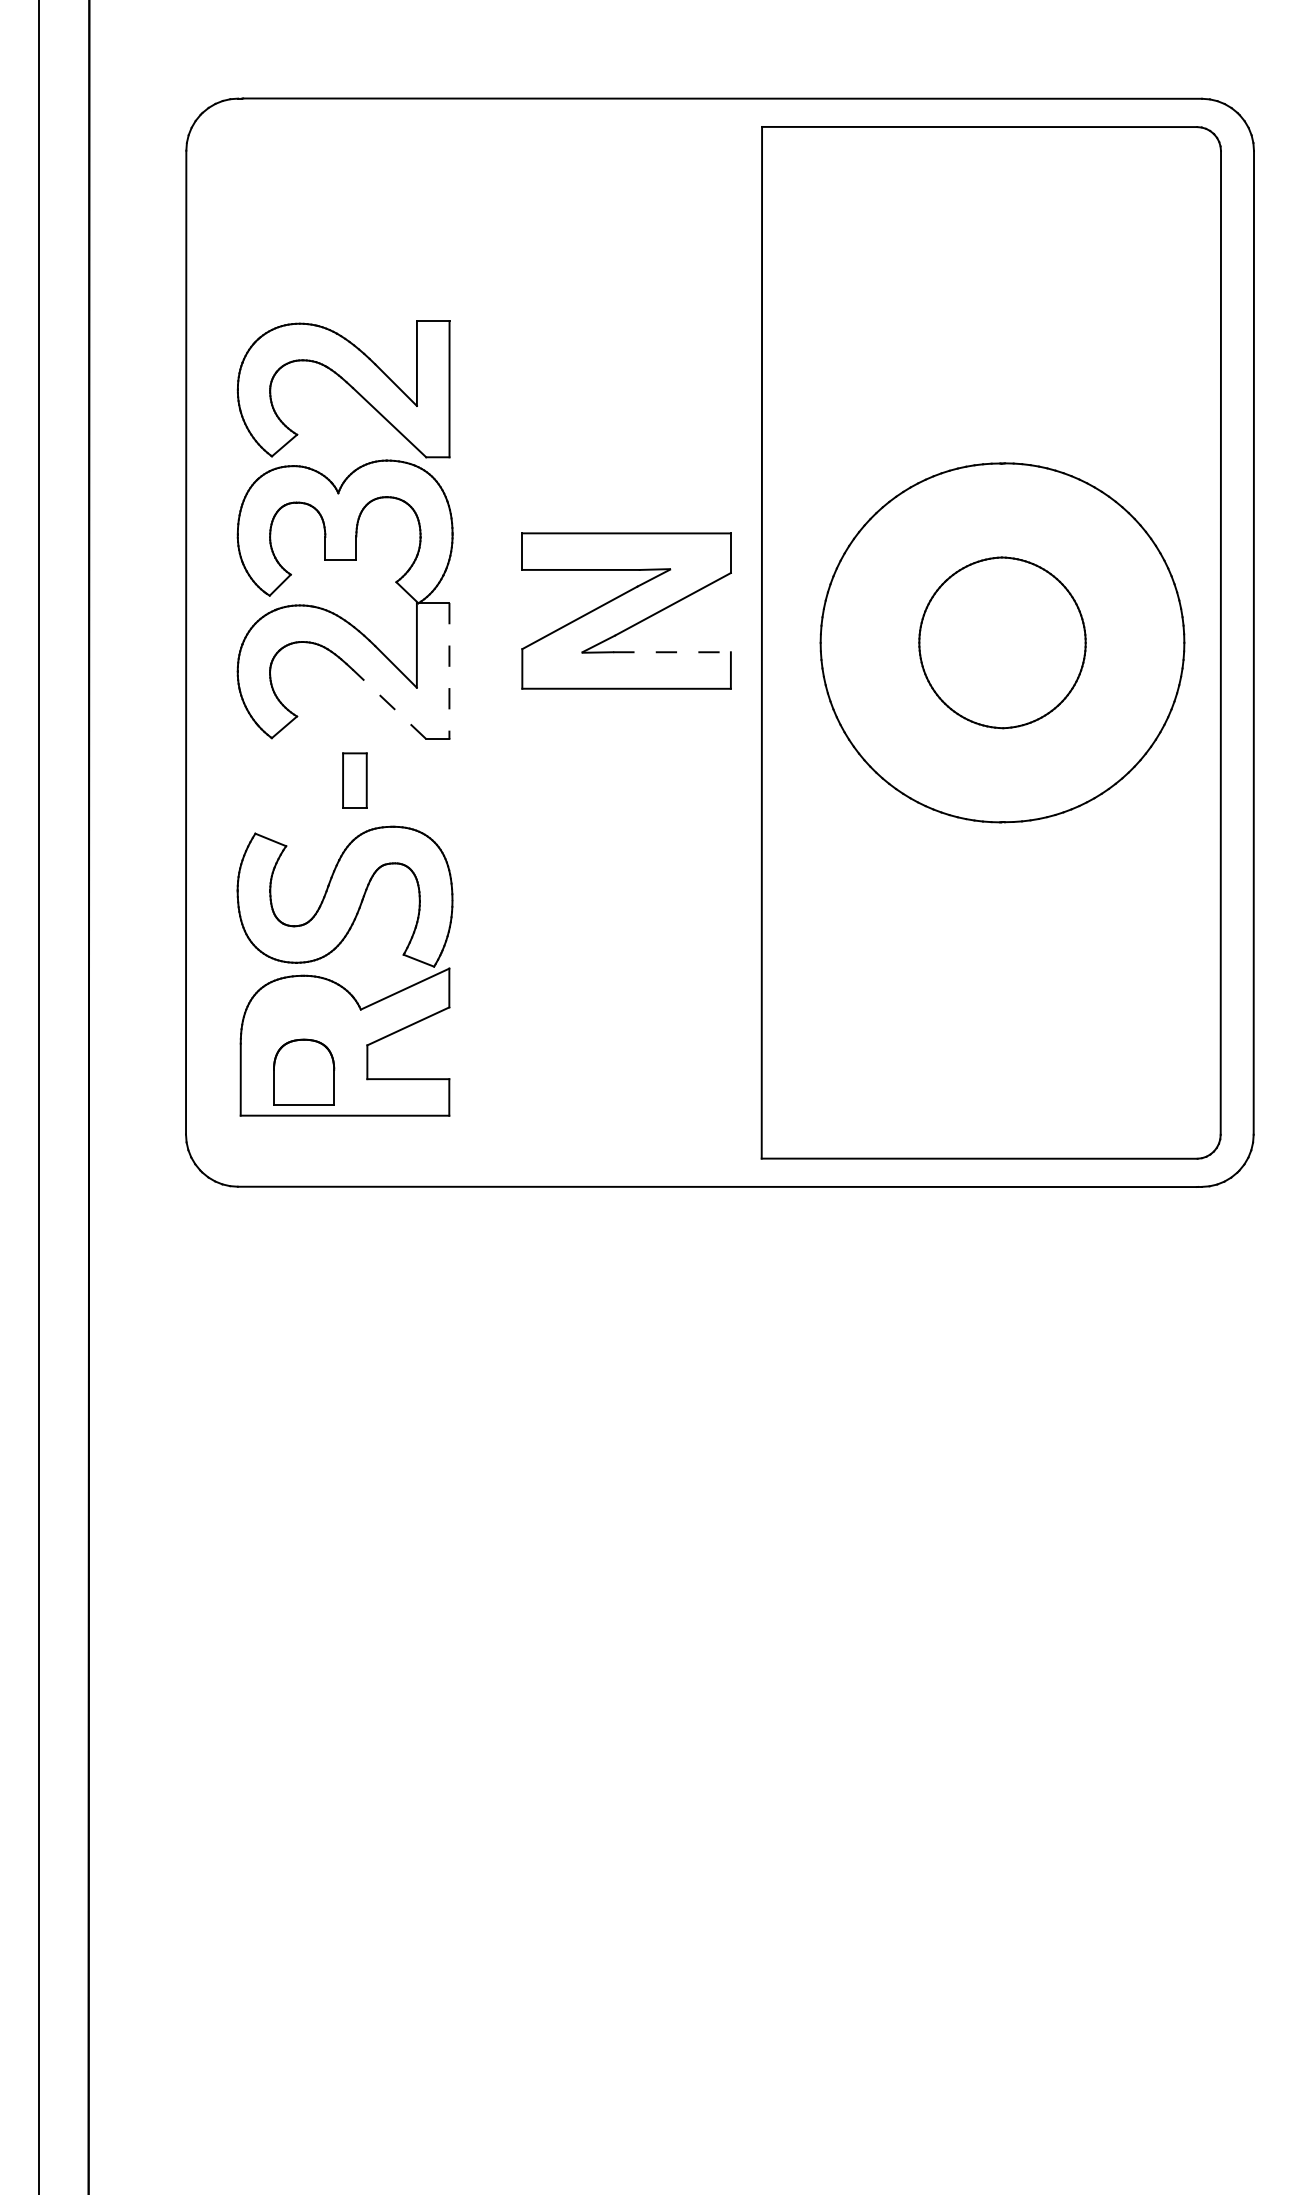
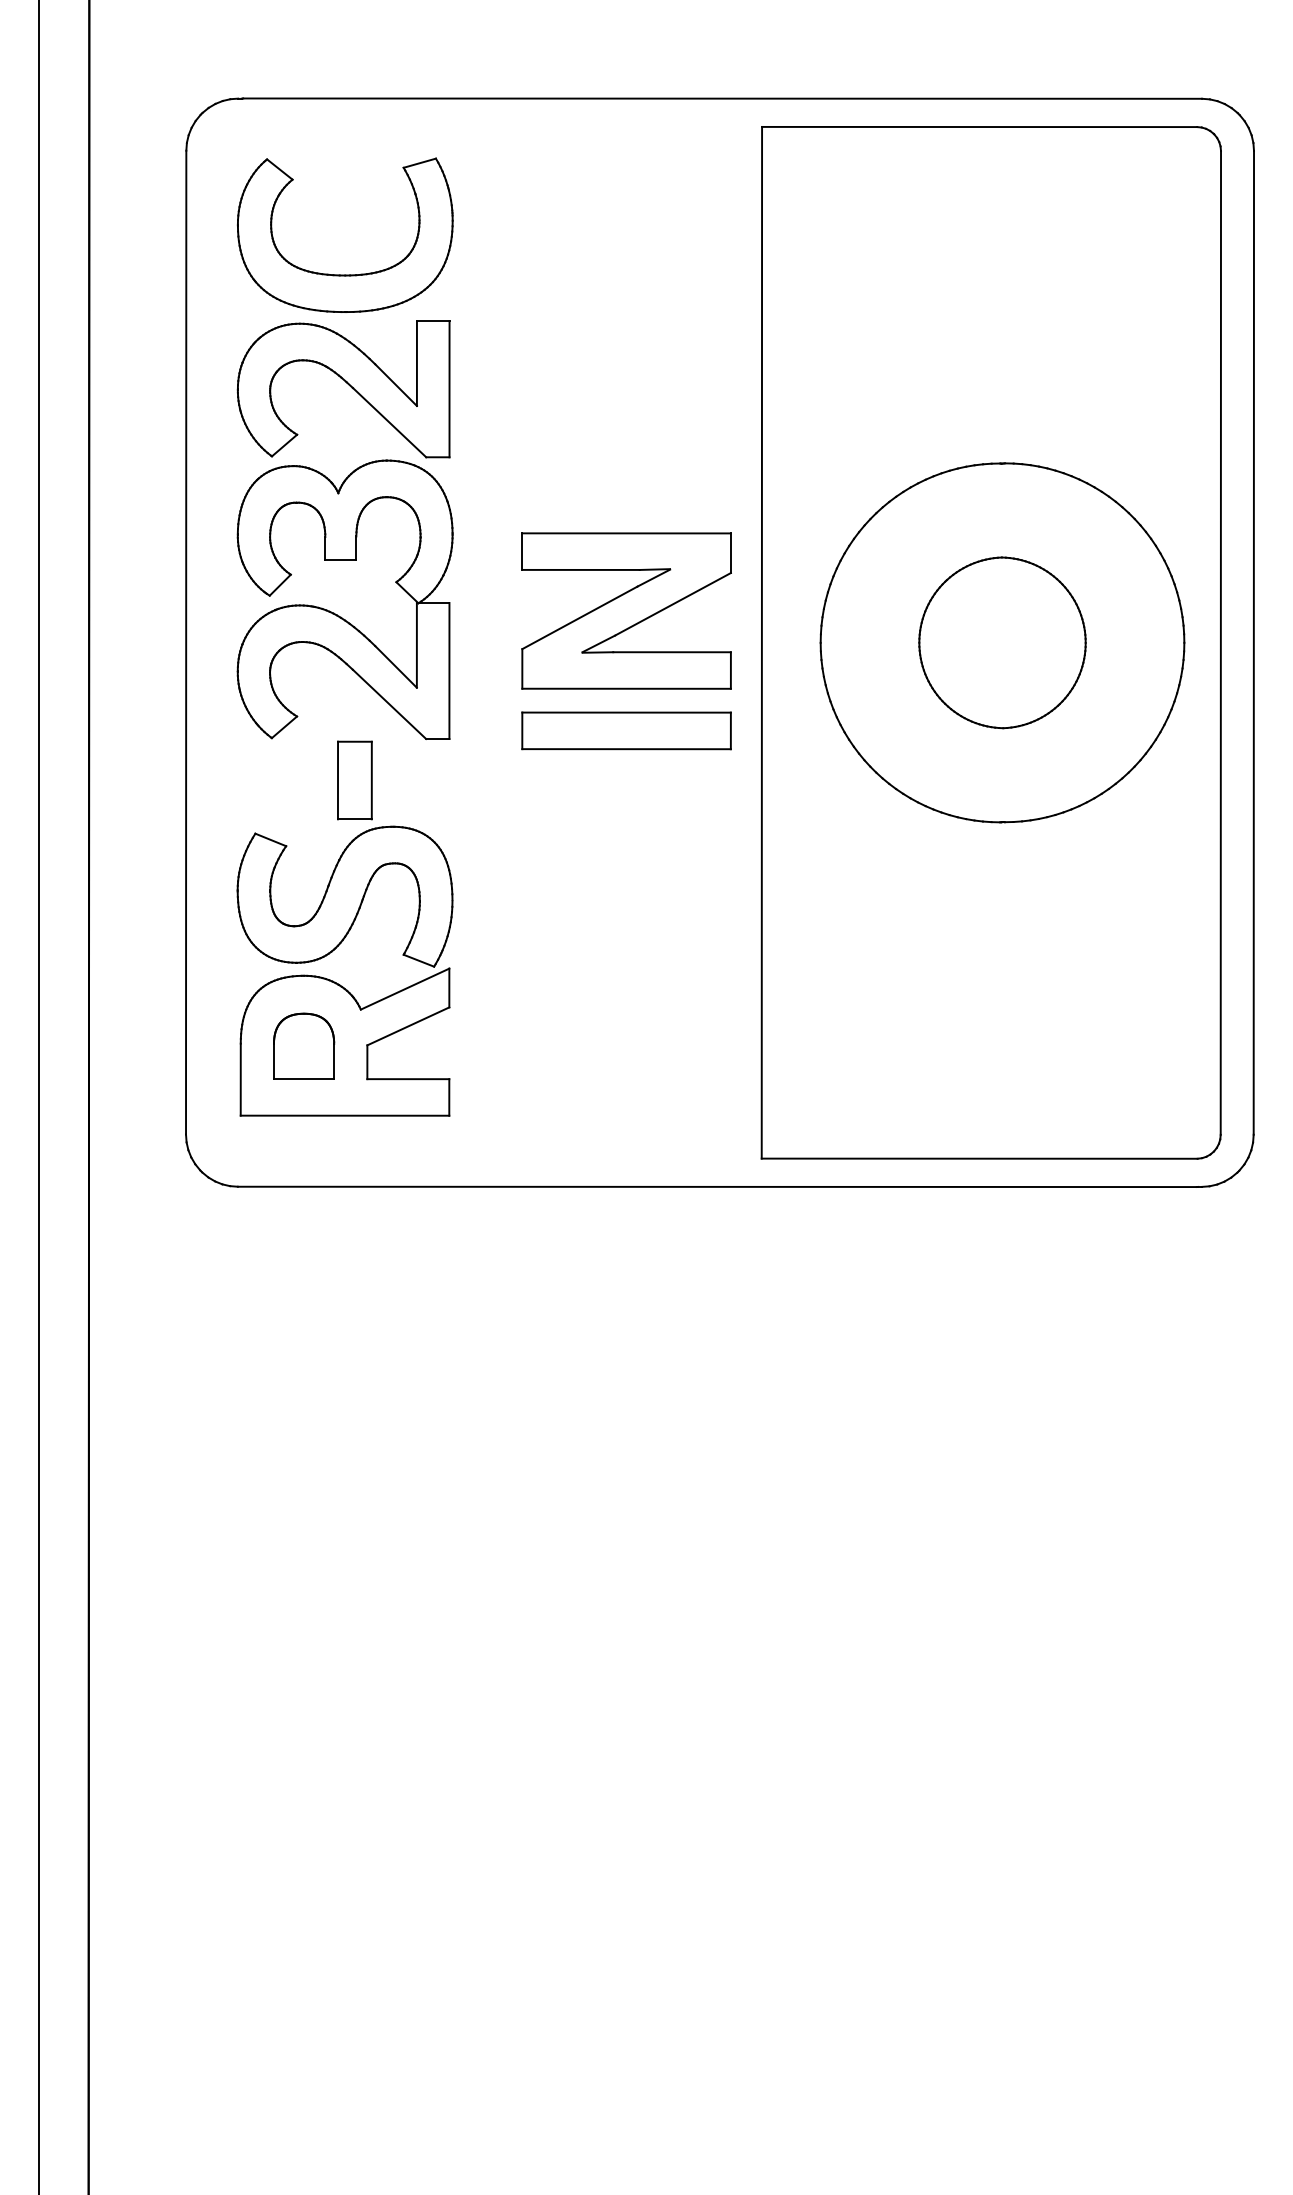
part at (345, 274): none -> present
line at (672, 652): dashed -> solid
line at (449, 671): dashed -> solid
line at (389, 704): dashed -> solid
part at (626, 730): none -> present
part at (354, 780) size: 26x57 px -> 36x81 px
part at (304, 1071) position: (304, 1071) -> (304, 1045)
